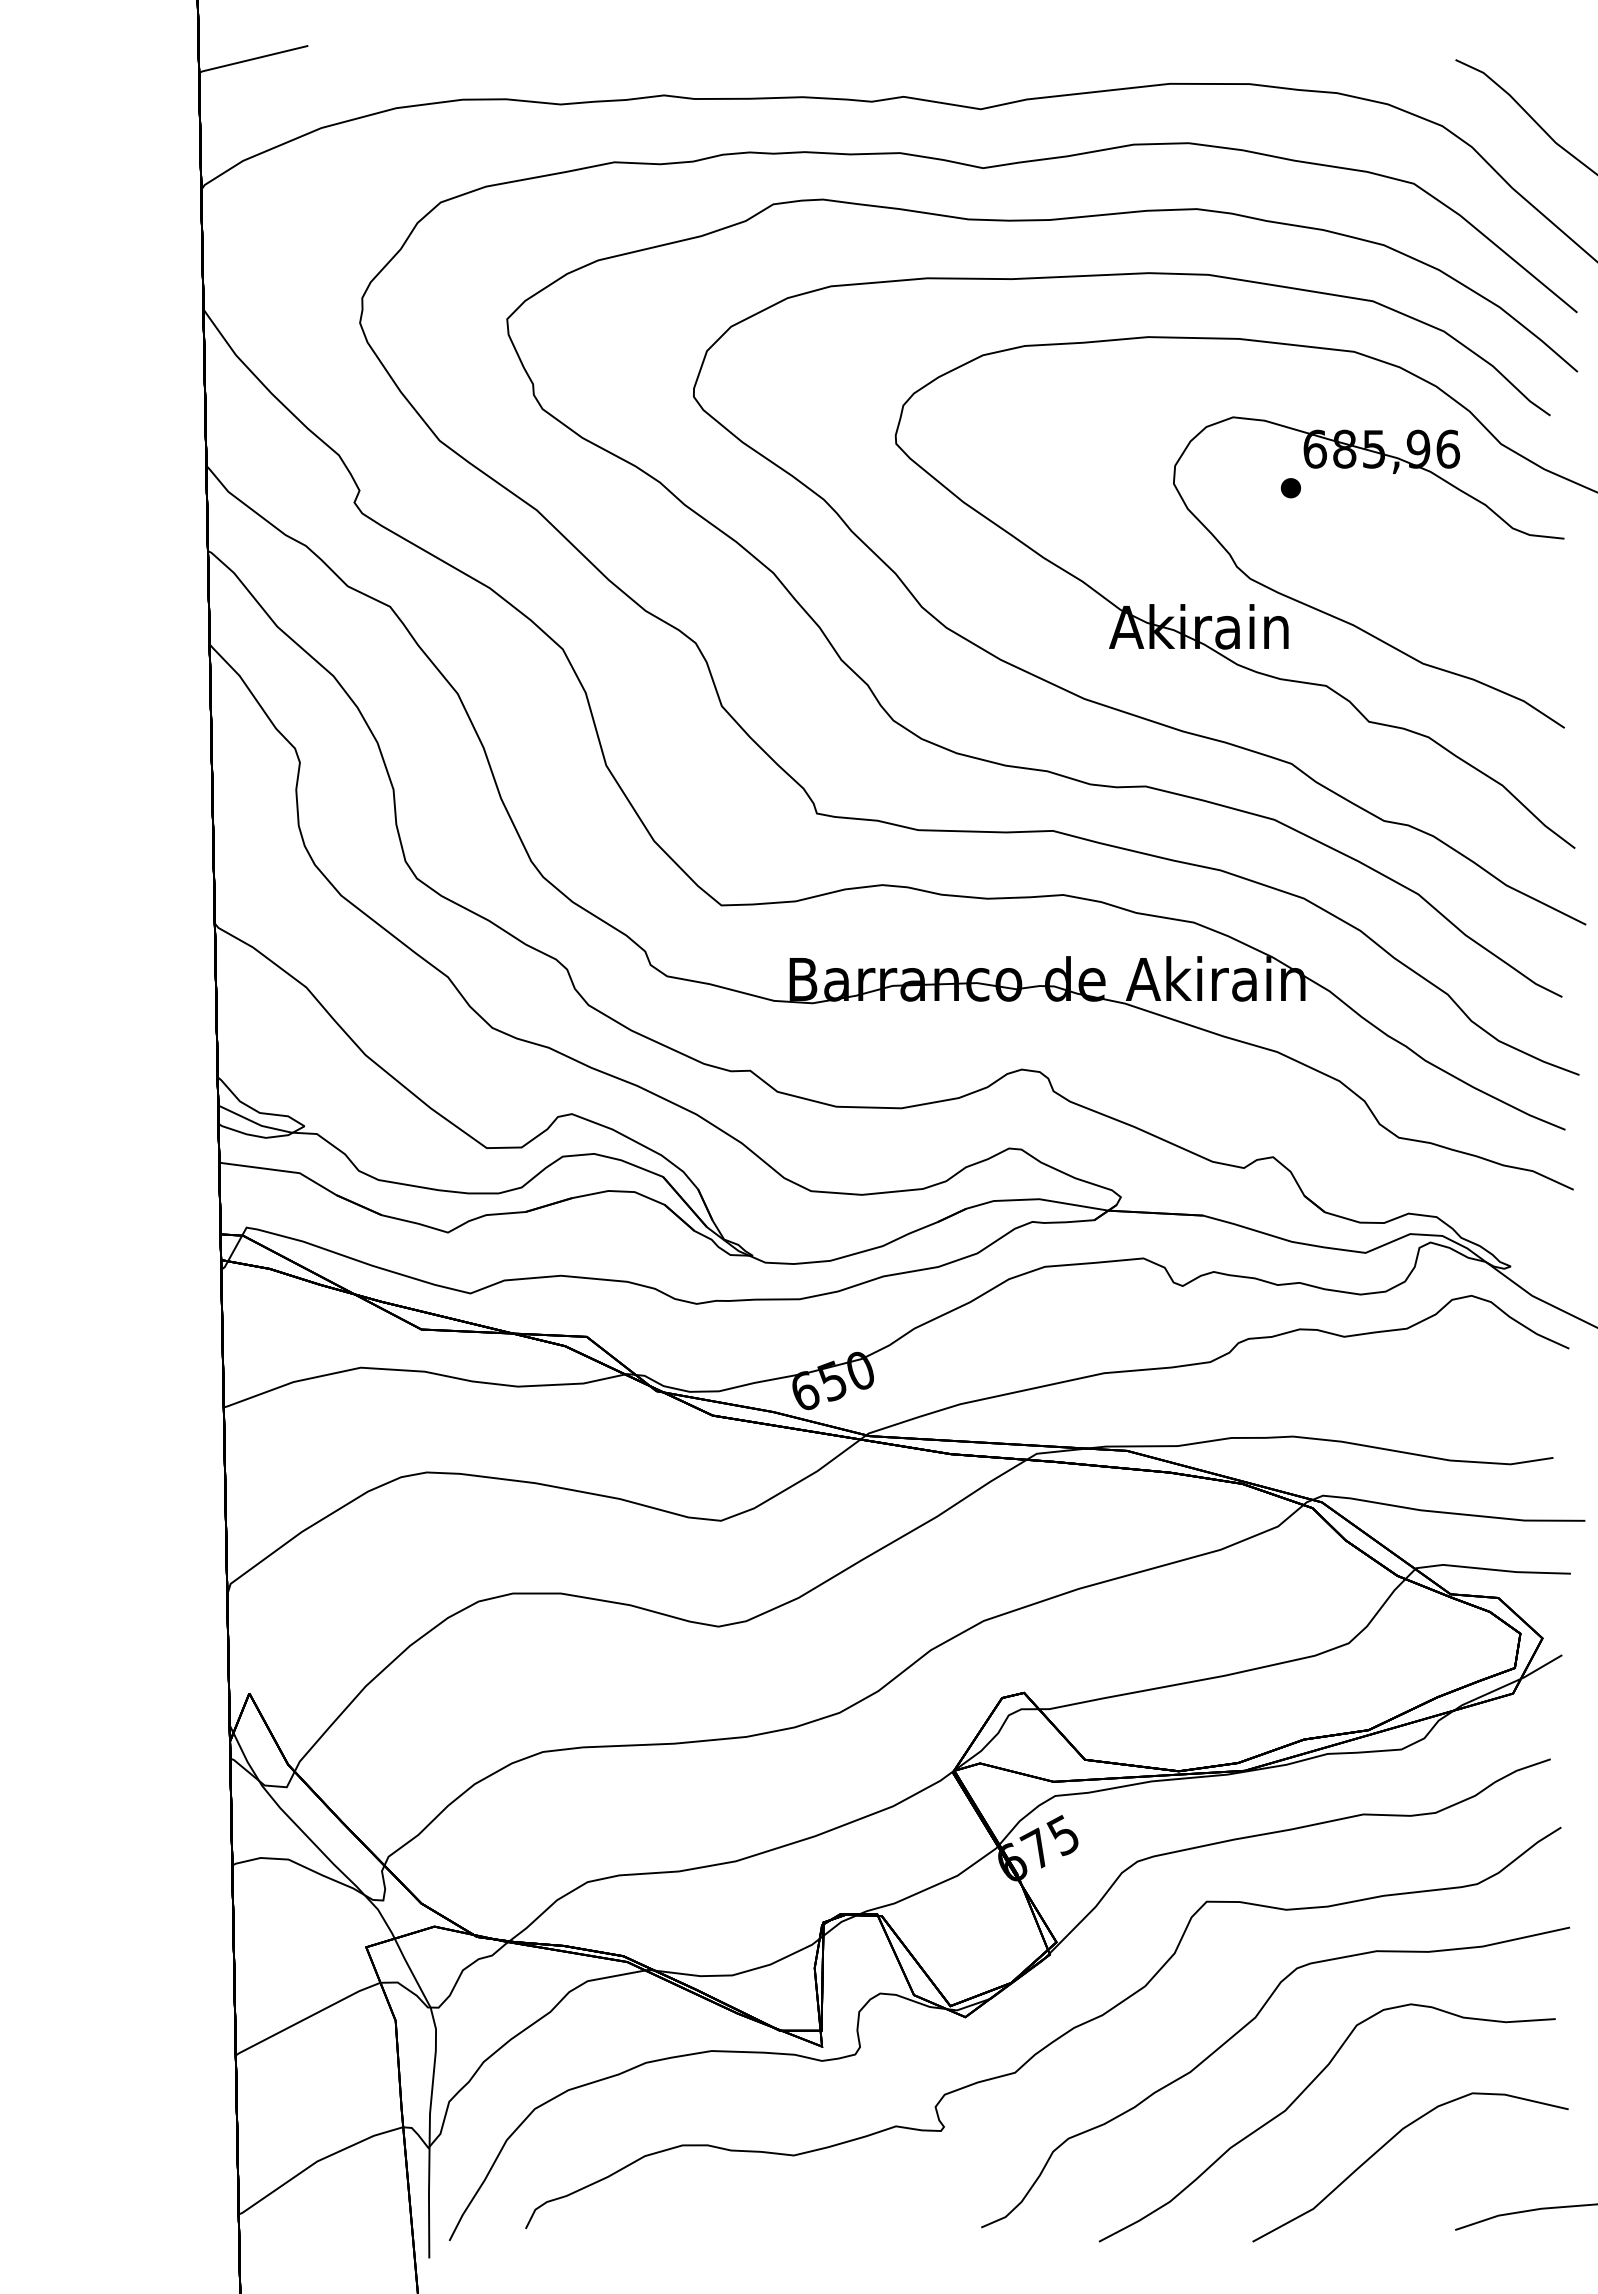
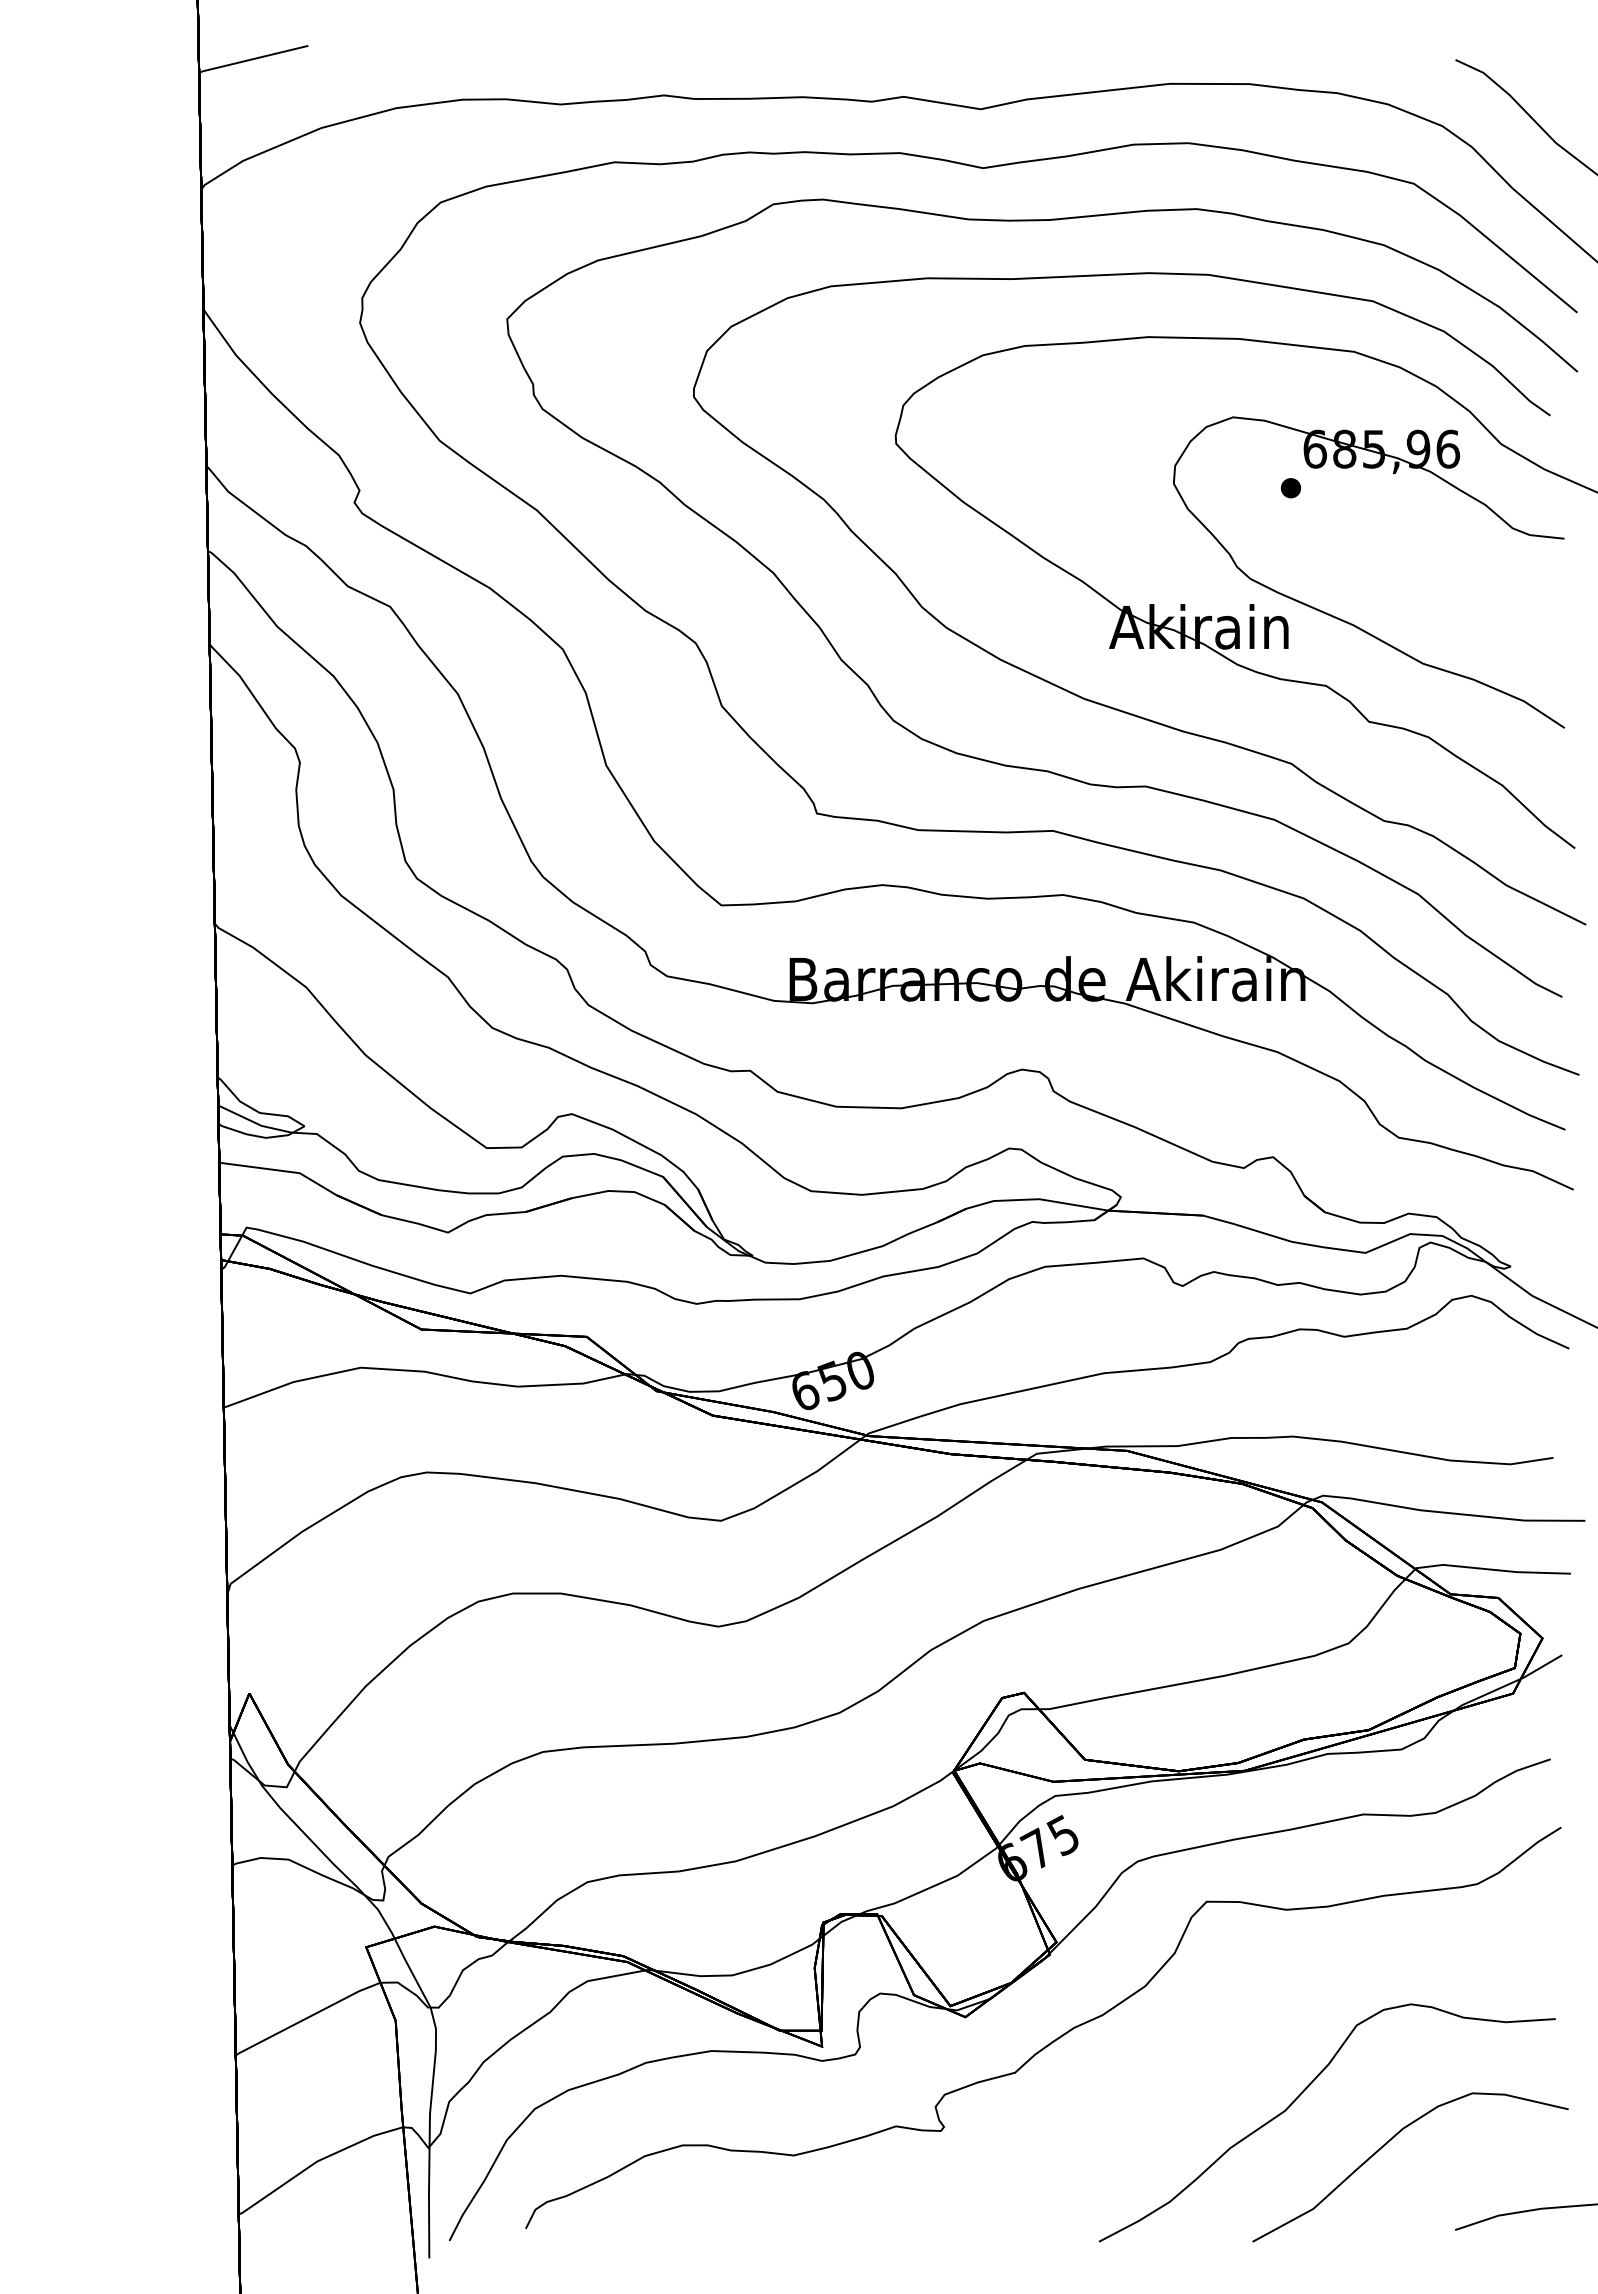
part at (1239, 2032): present -> none
